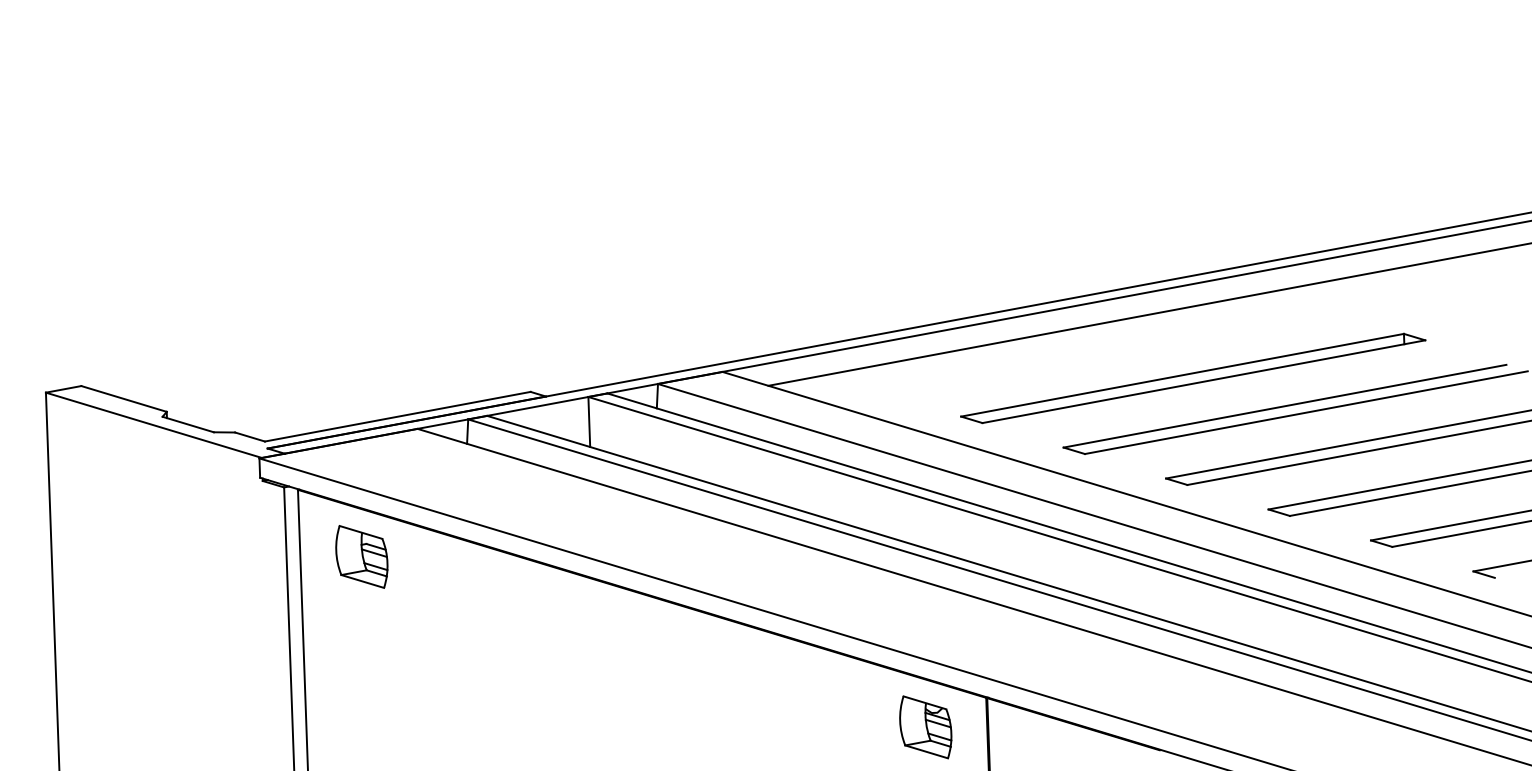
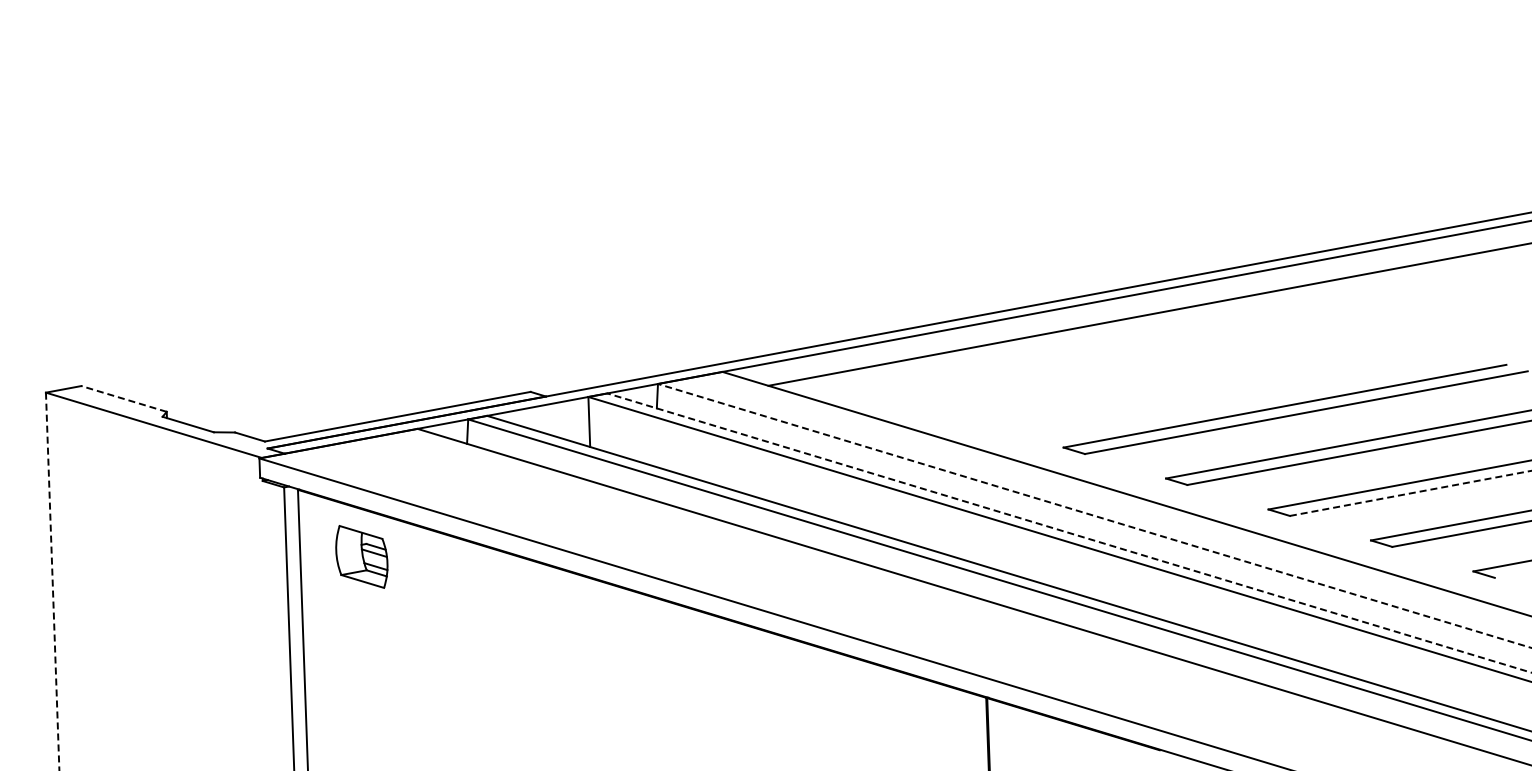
part at (1193, 378): present -> none
line at (124, 398): solid -> dashed
line at (1410, 493): solid -> dashed
line at (1094, 515): solid -> dashed
line at (1069, 533): solid -> dashed
line at (52, 581): solid -> dashed
part at (925, 727): present -> none
